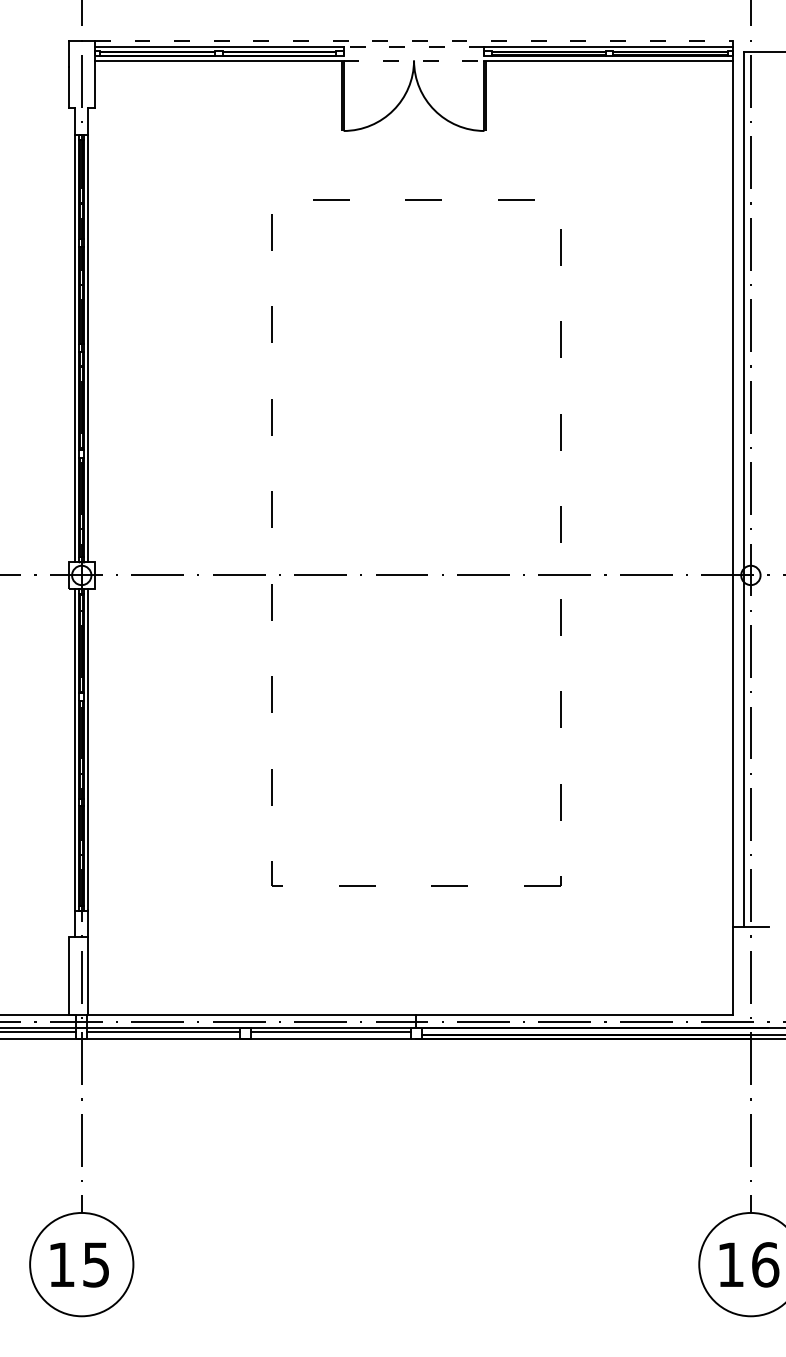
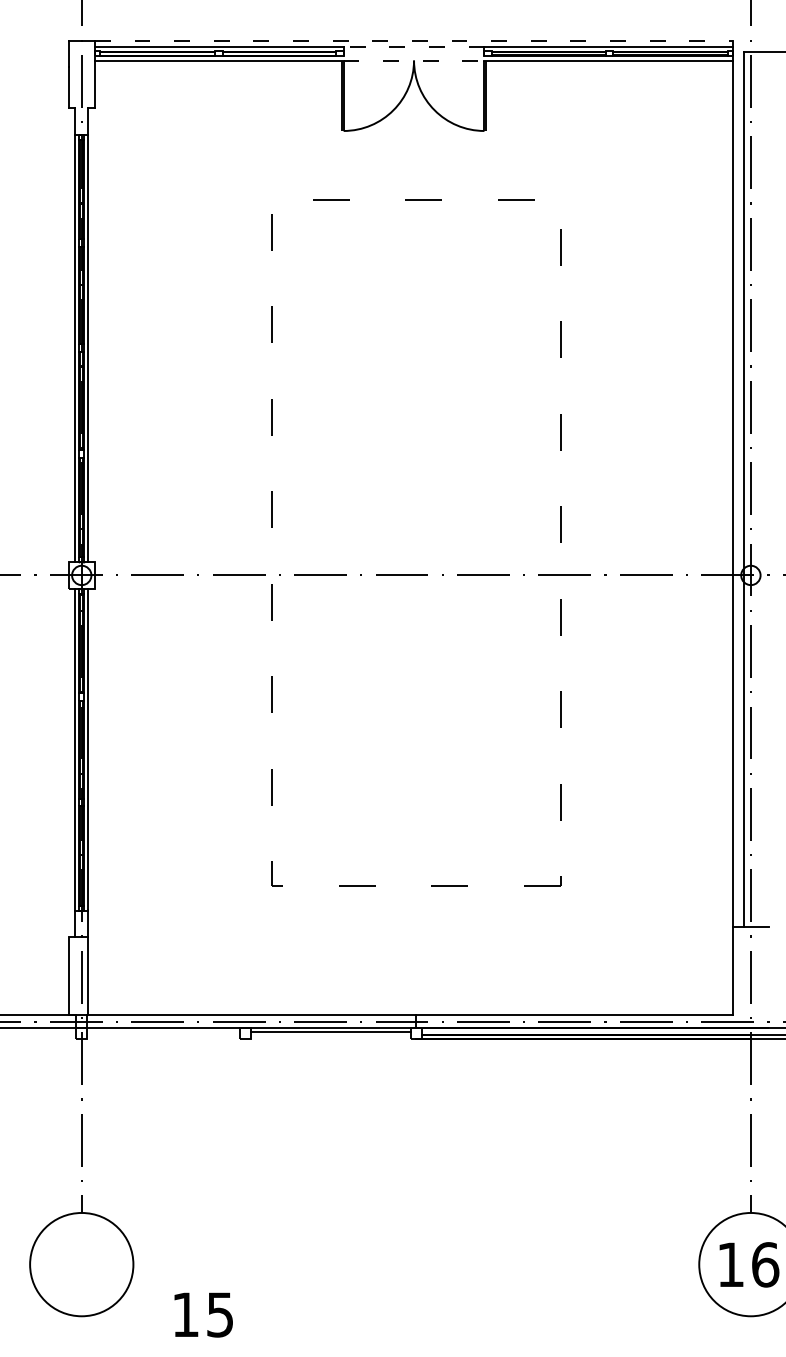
line at (39, 1032): present -> none
line at (163, 1032): present -> none
line at (206, 1038): present -> none
text at (79, 1264) position: (79, 1264) -> (203, 1314)
